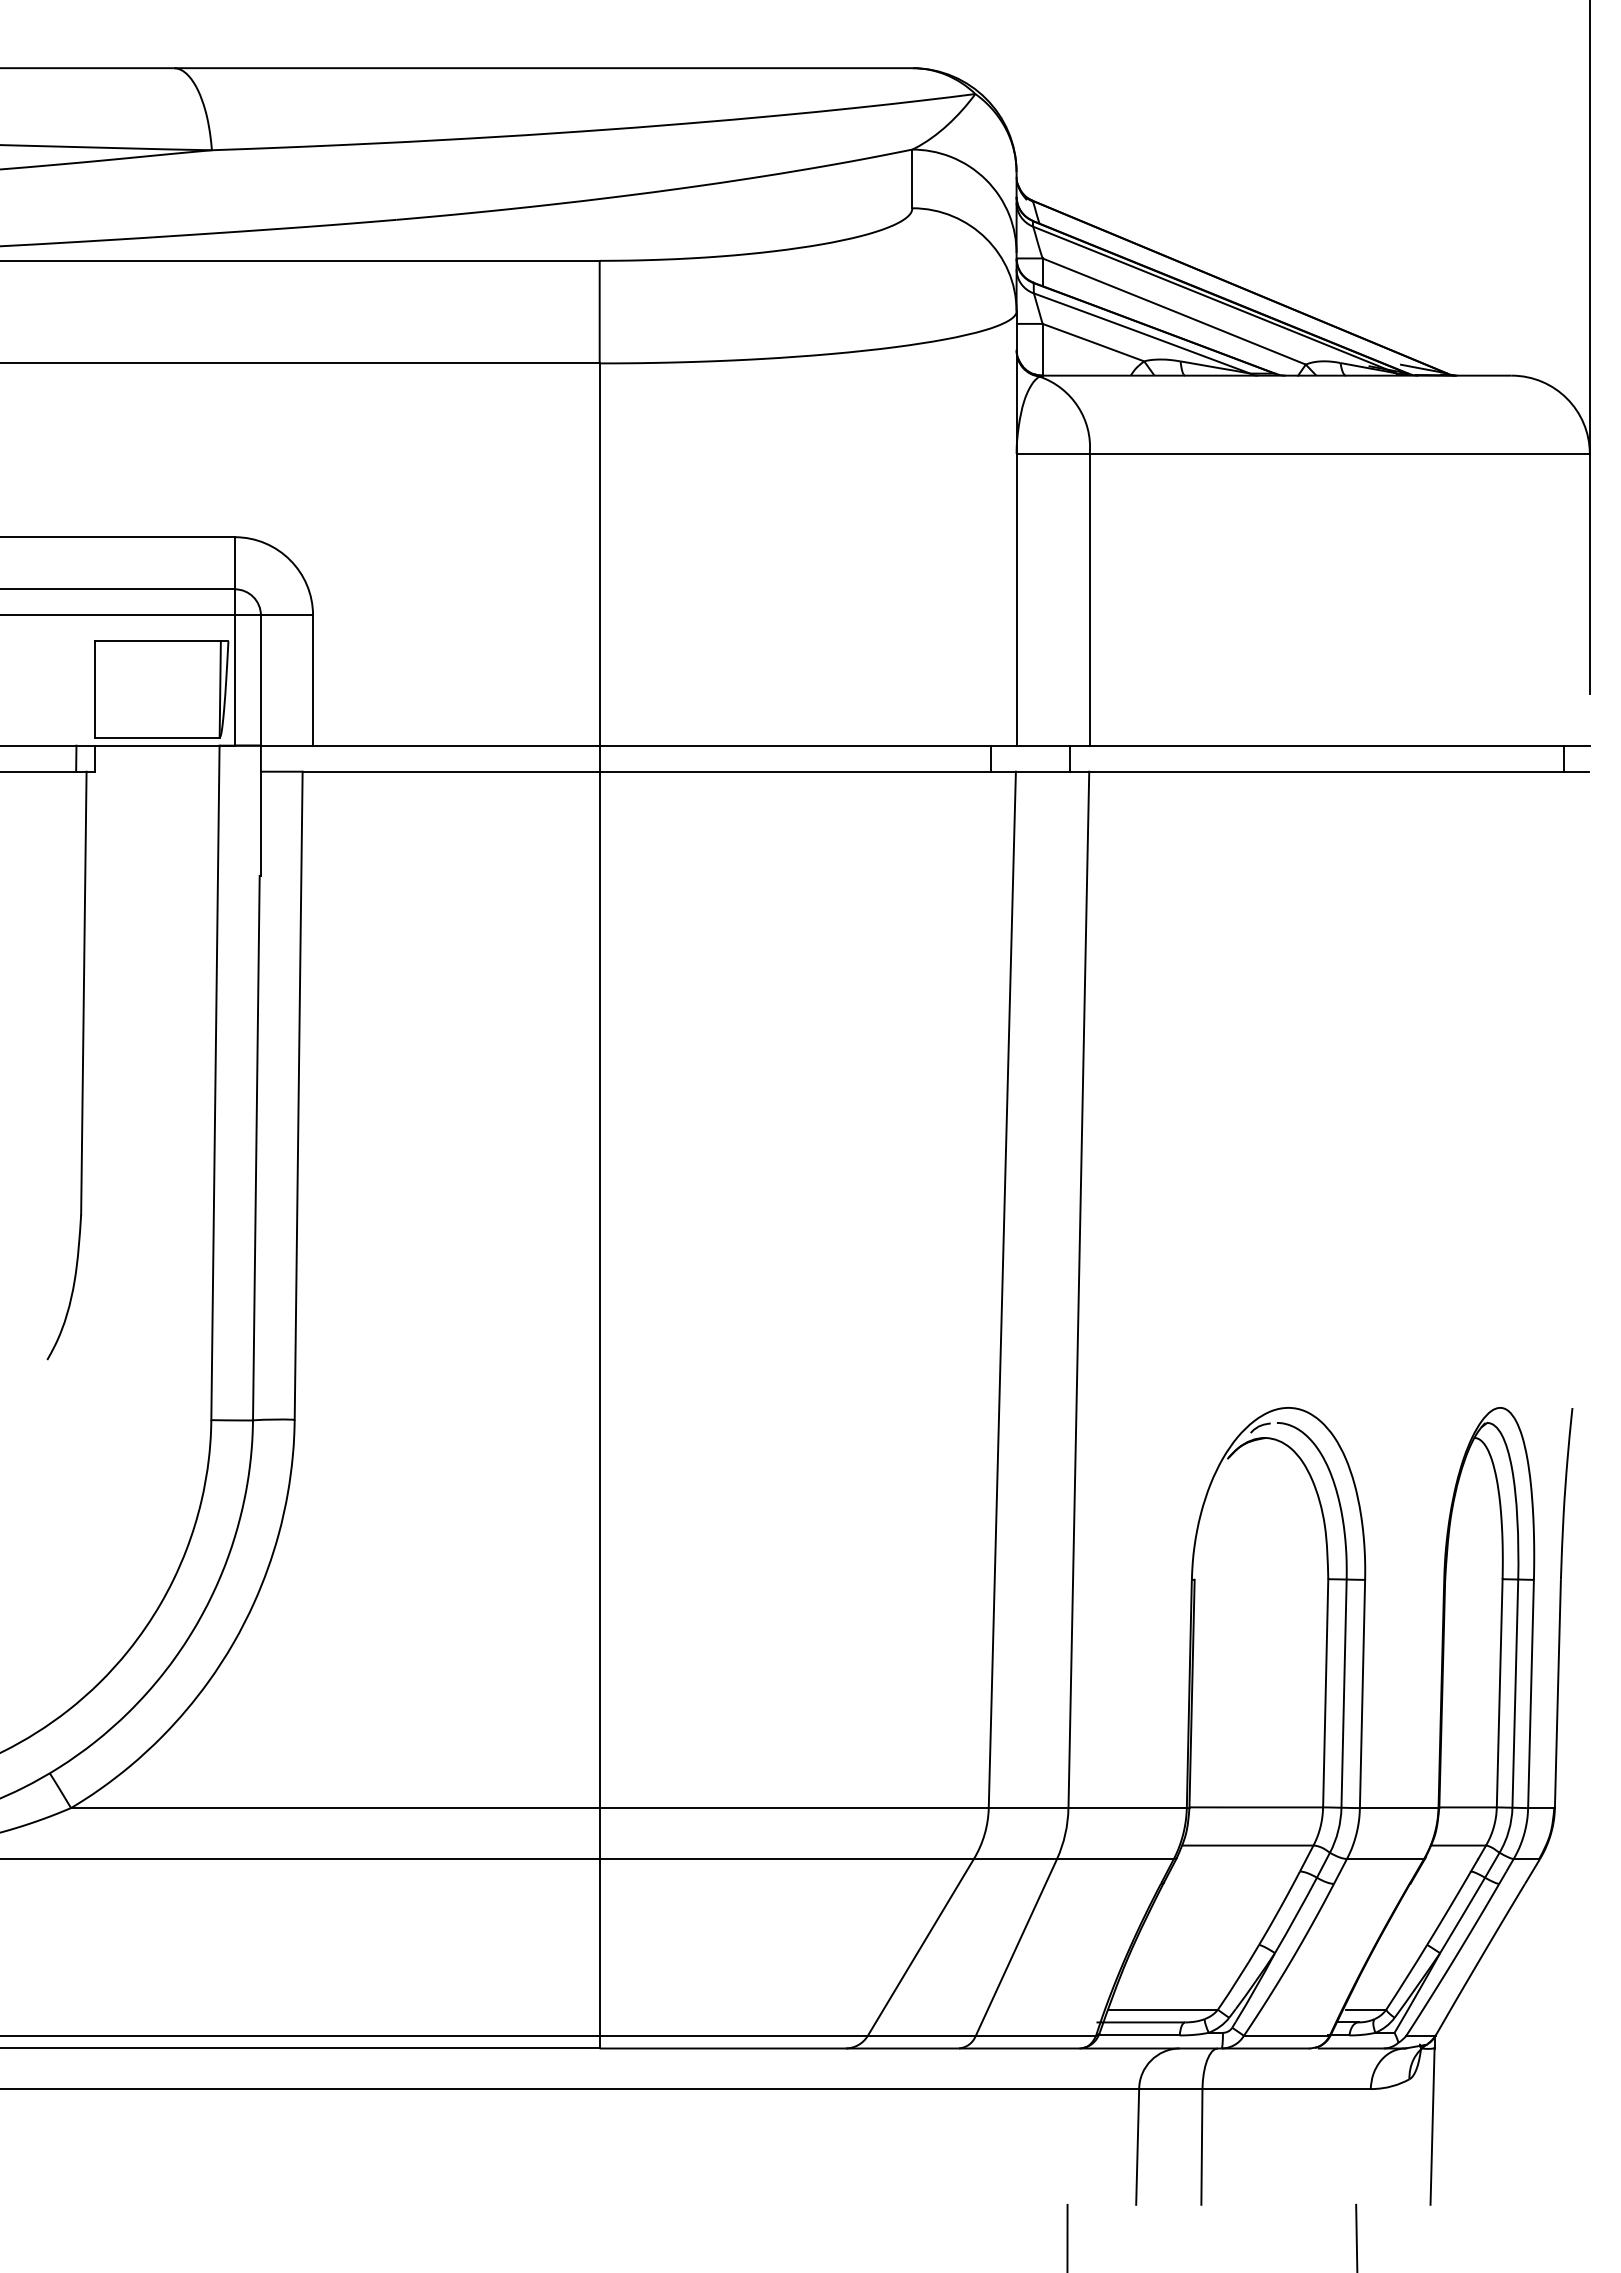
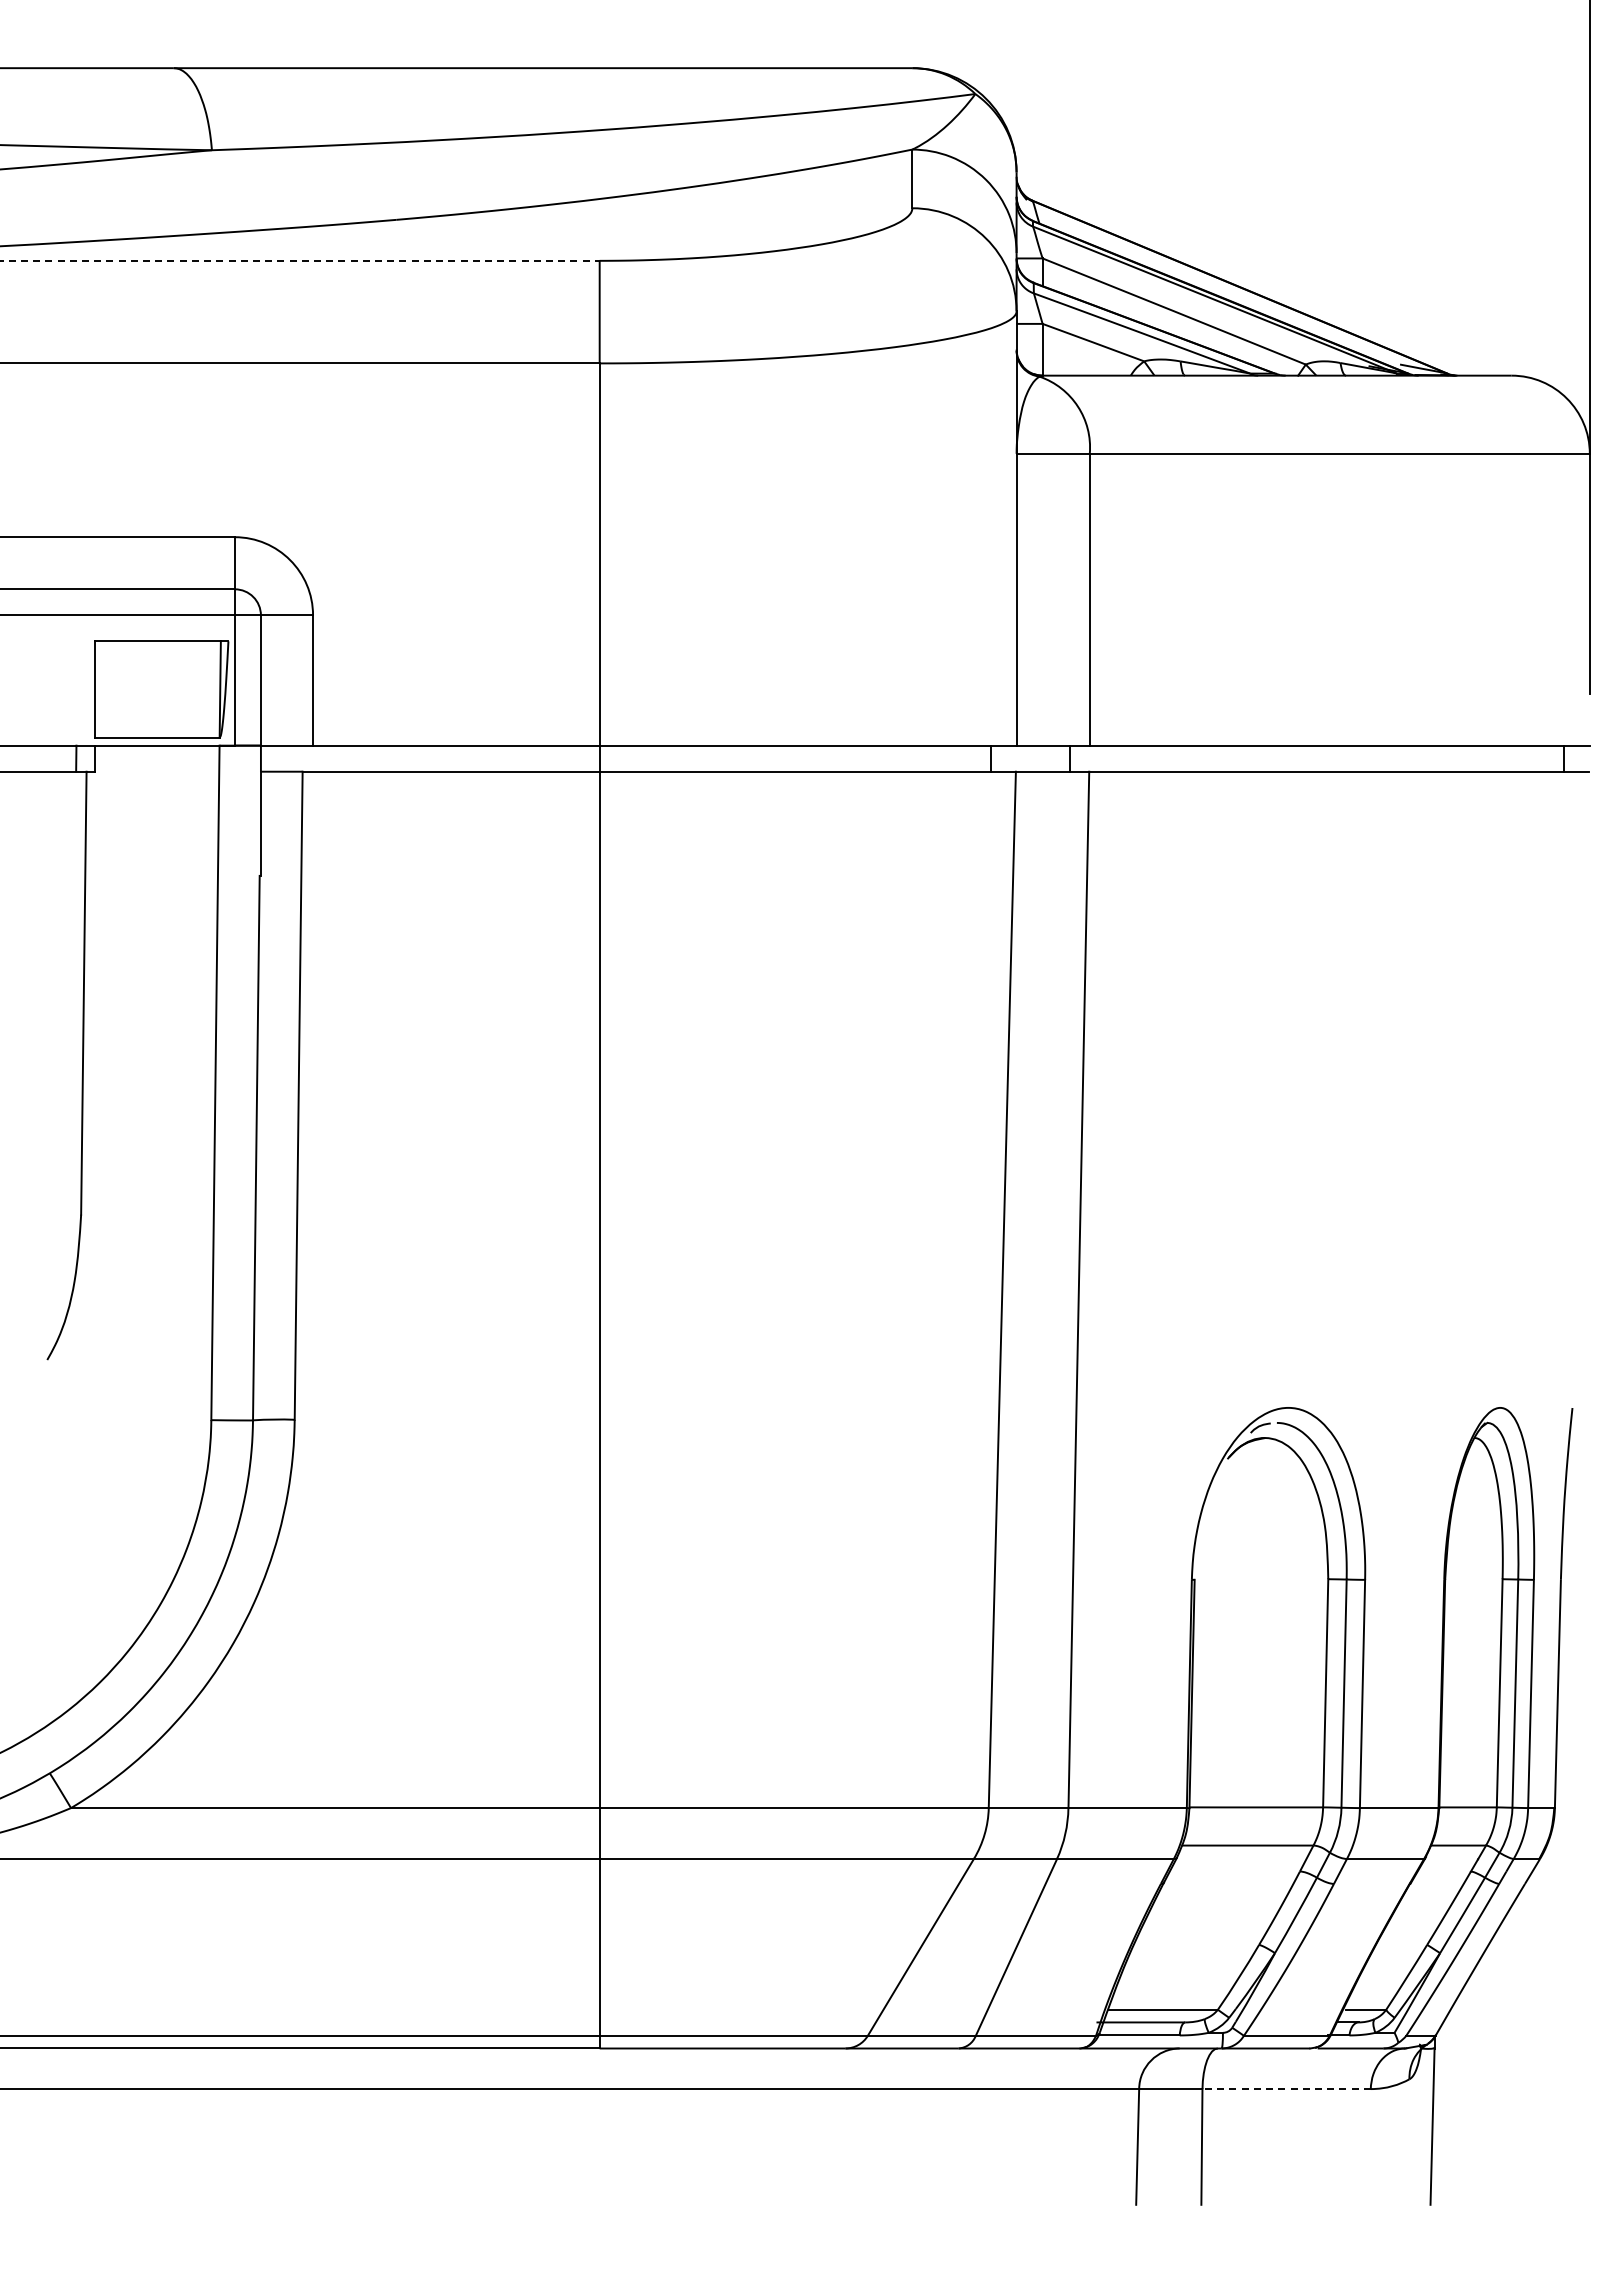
line at (300, 260): solid -> dashed
line at (1286, 2089): solid -> dashed
line at (1067, 2236): present -> none
line at (1356, 2236): present -> none
